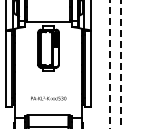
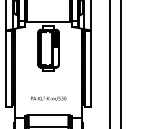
line at (109, 64): dashed -> solid
line at (121, 64): dashed -> solid
